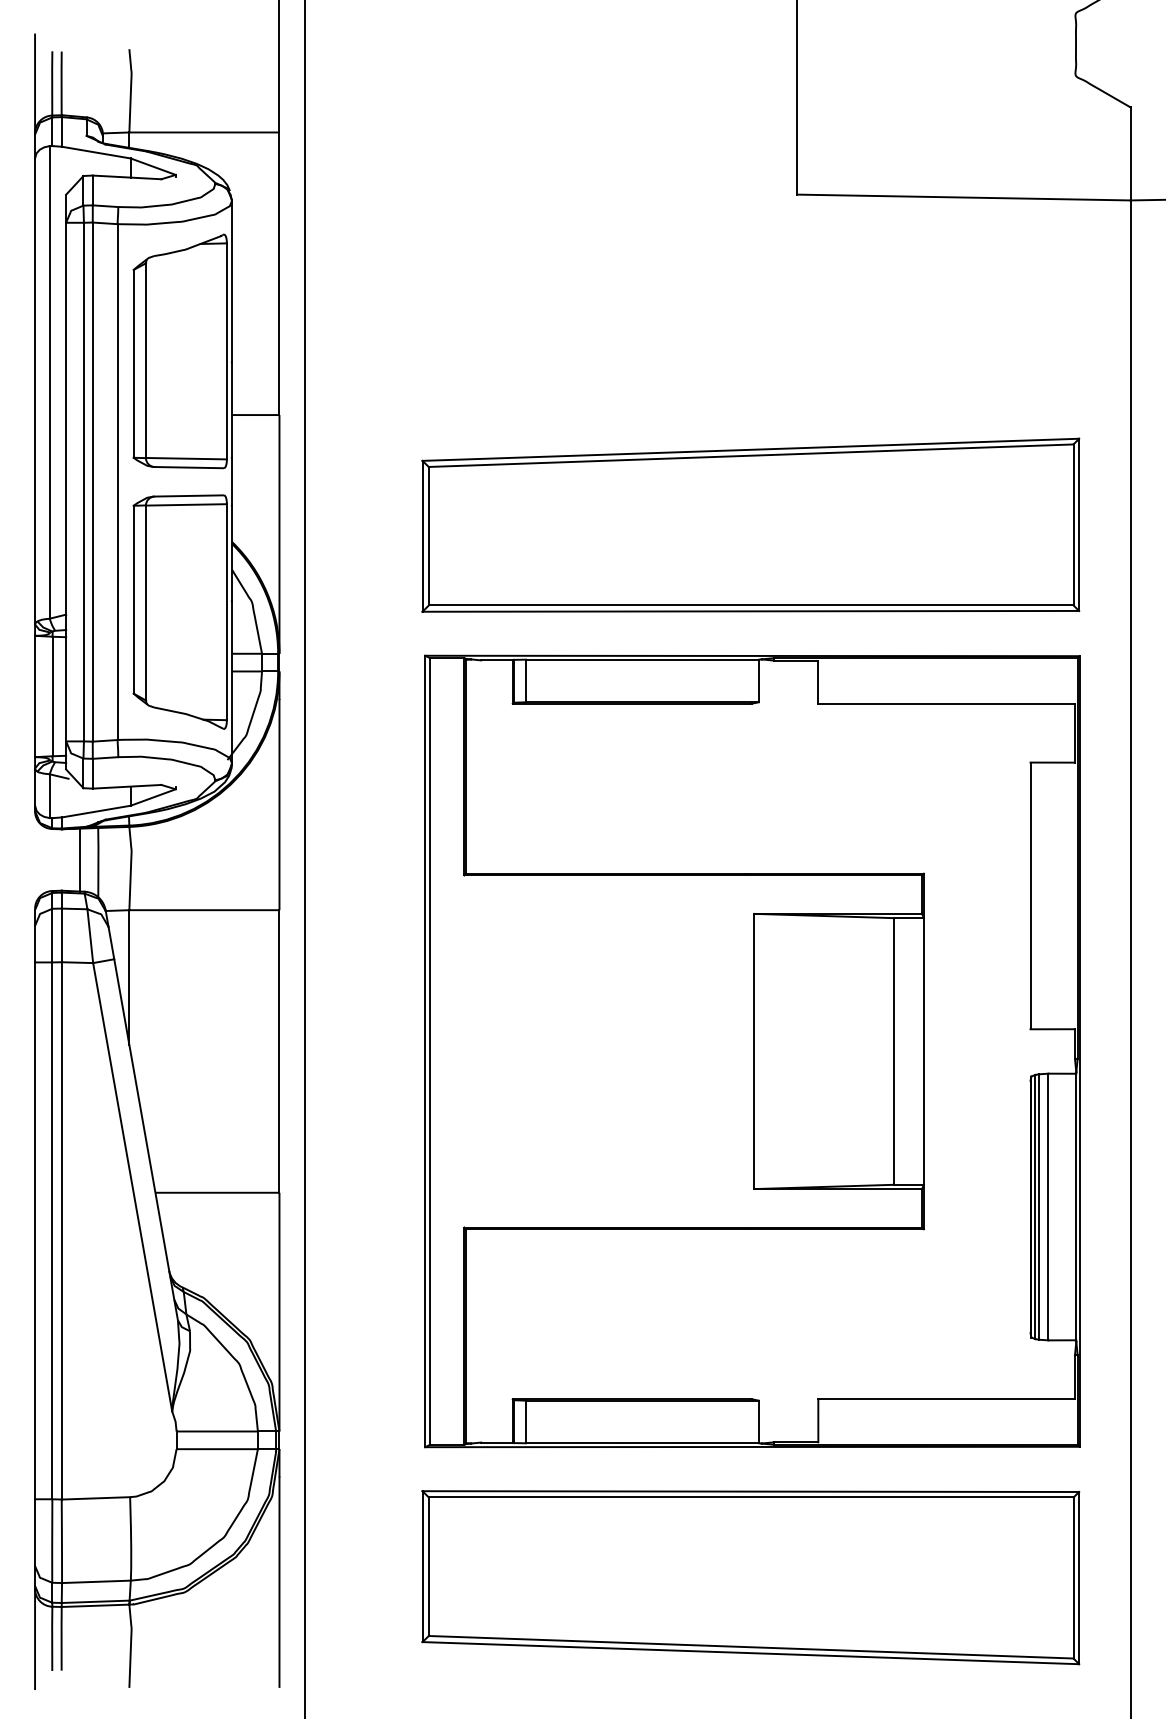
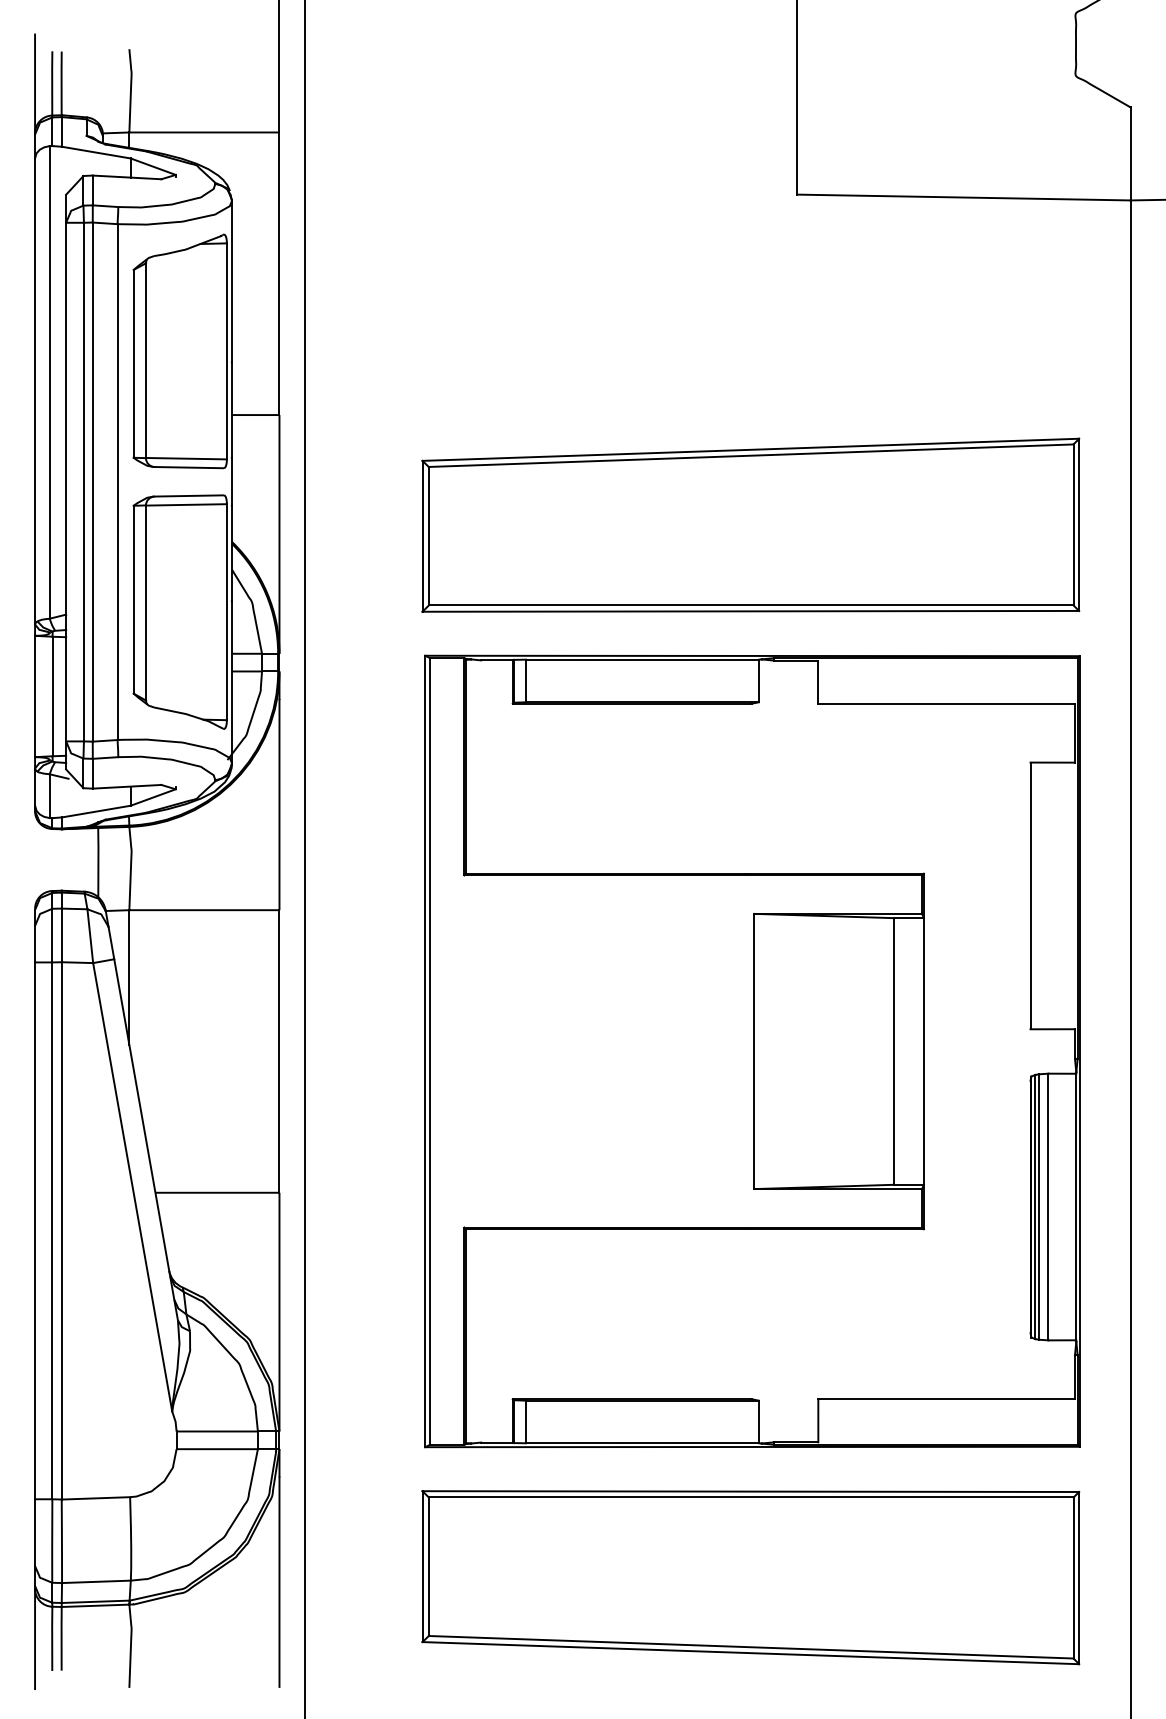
line at (79, 859): present -> none
